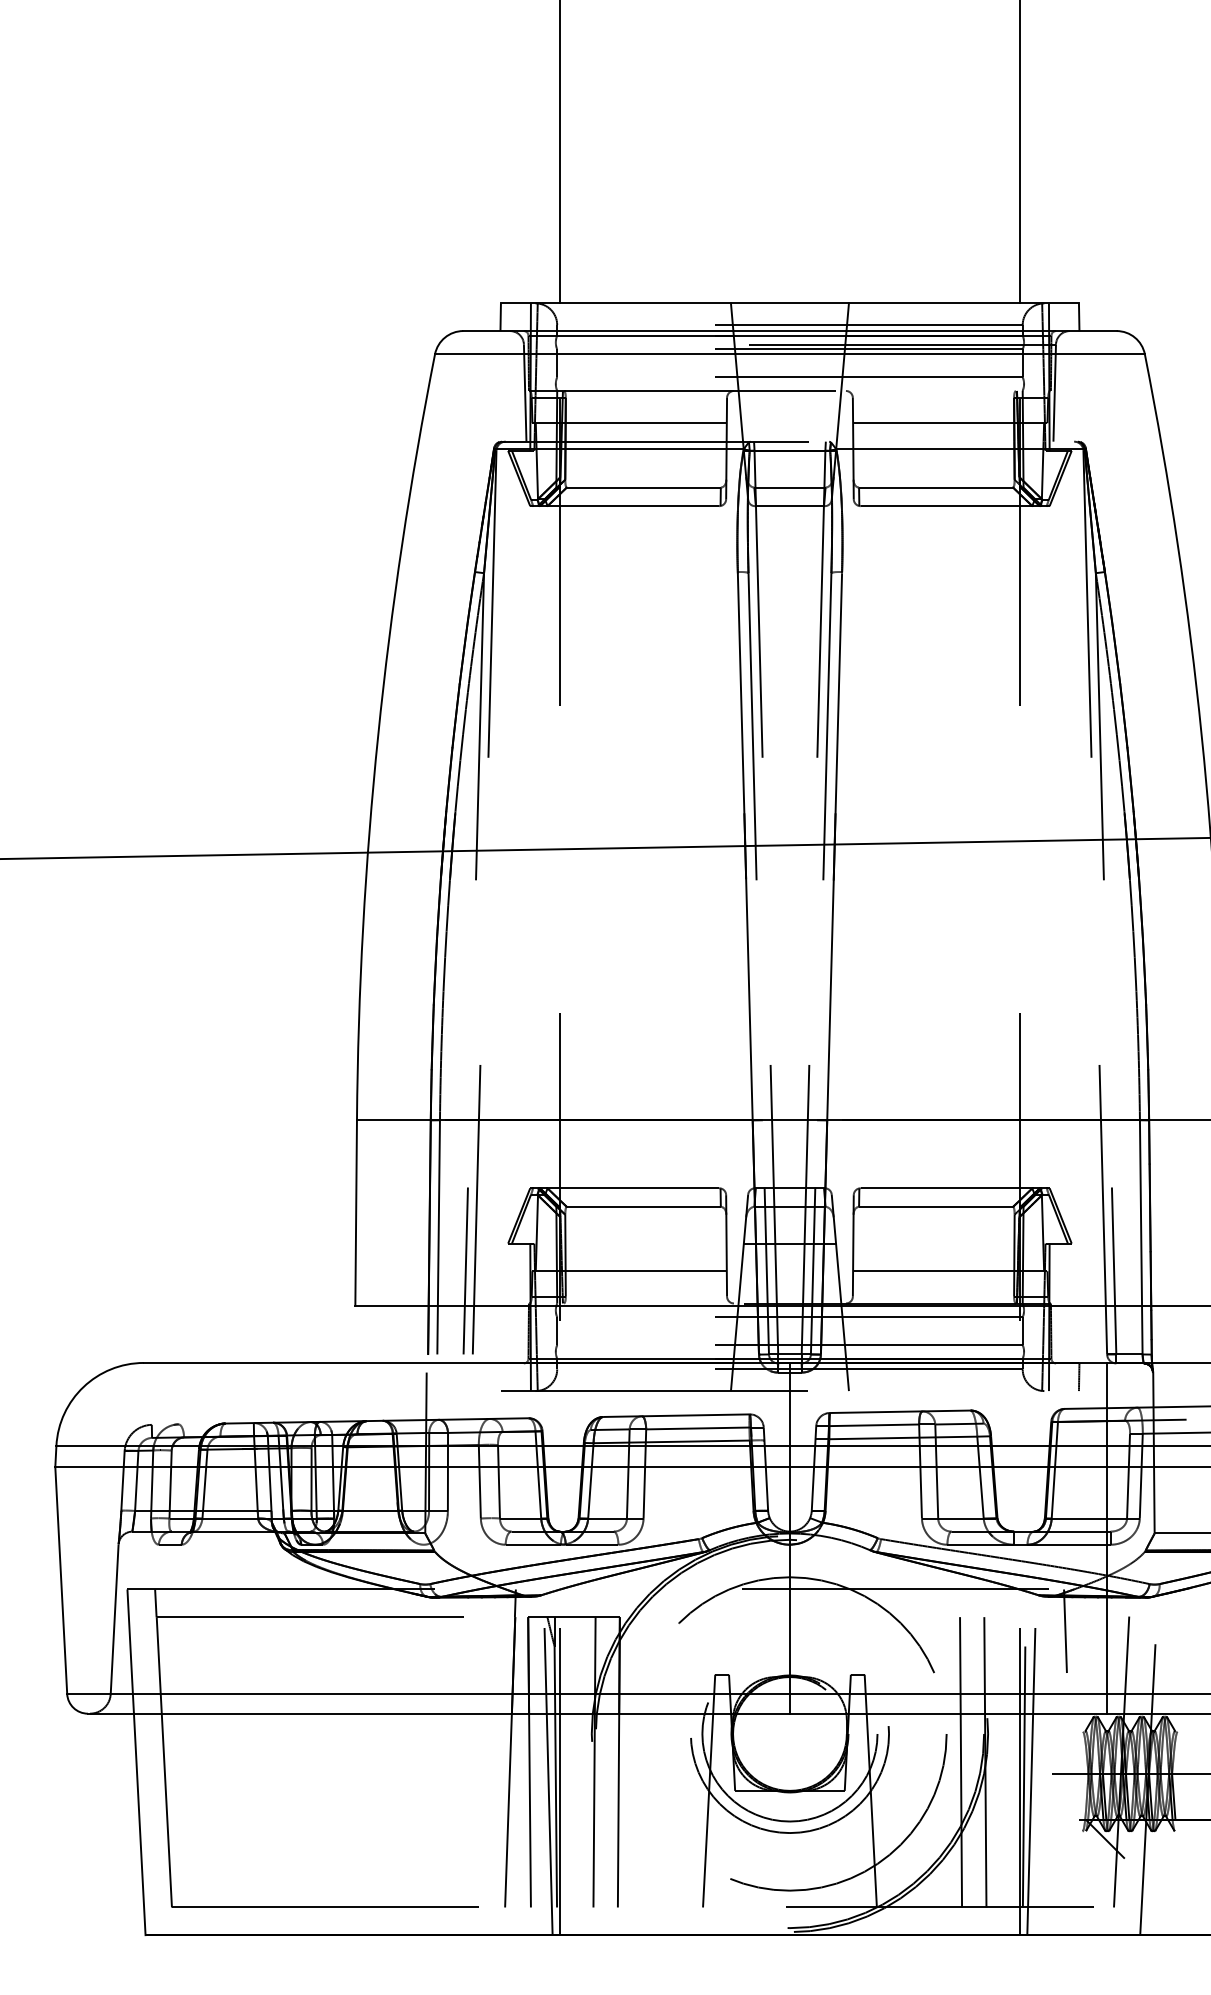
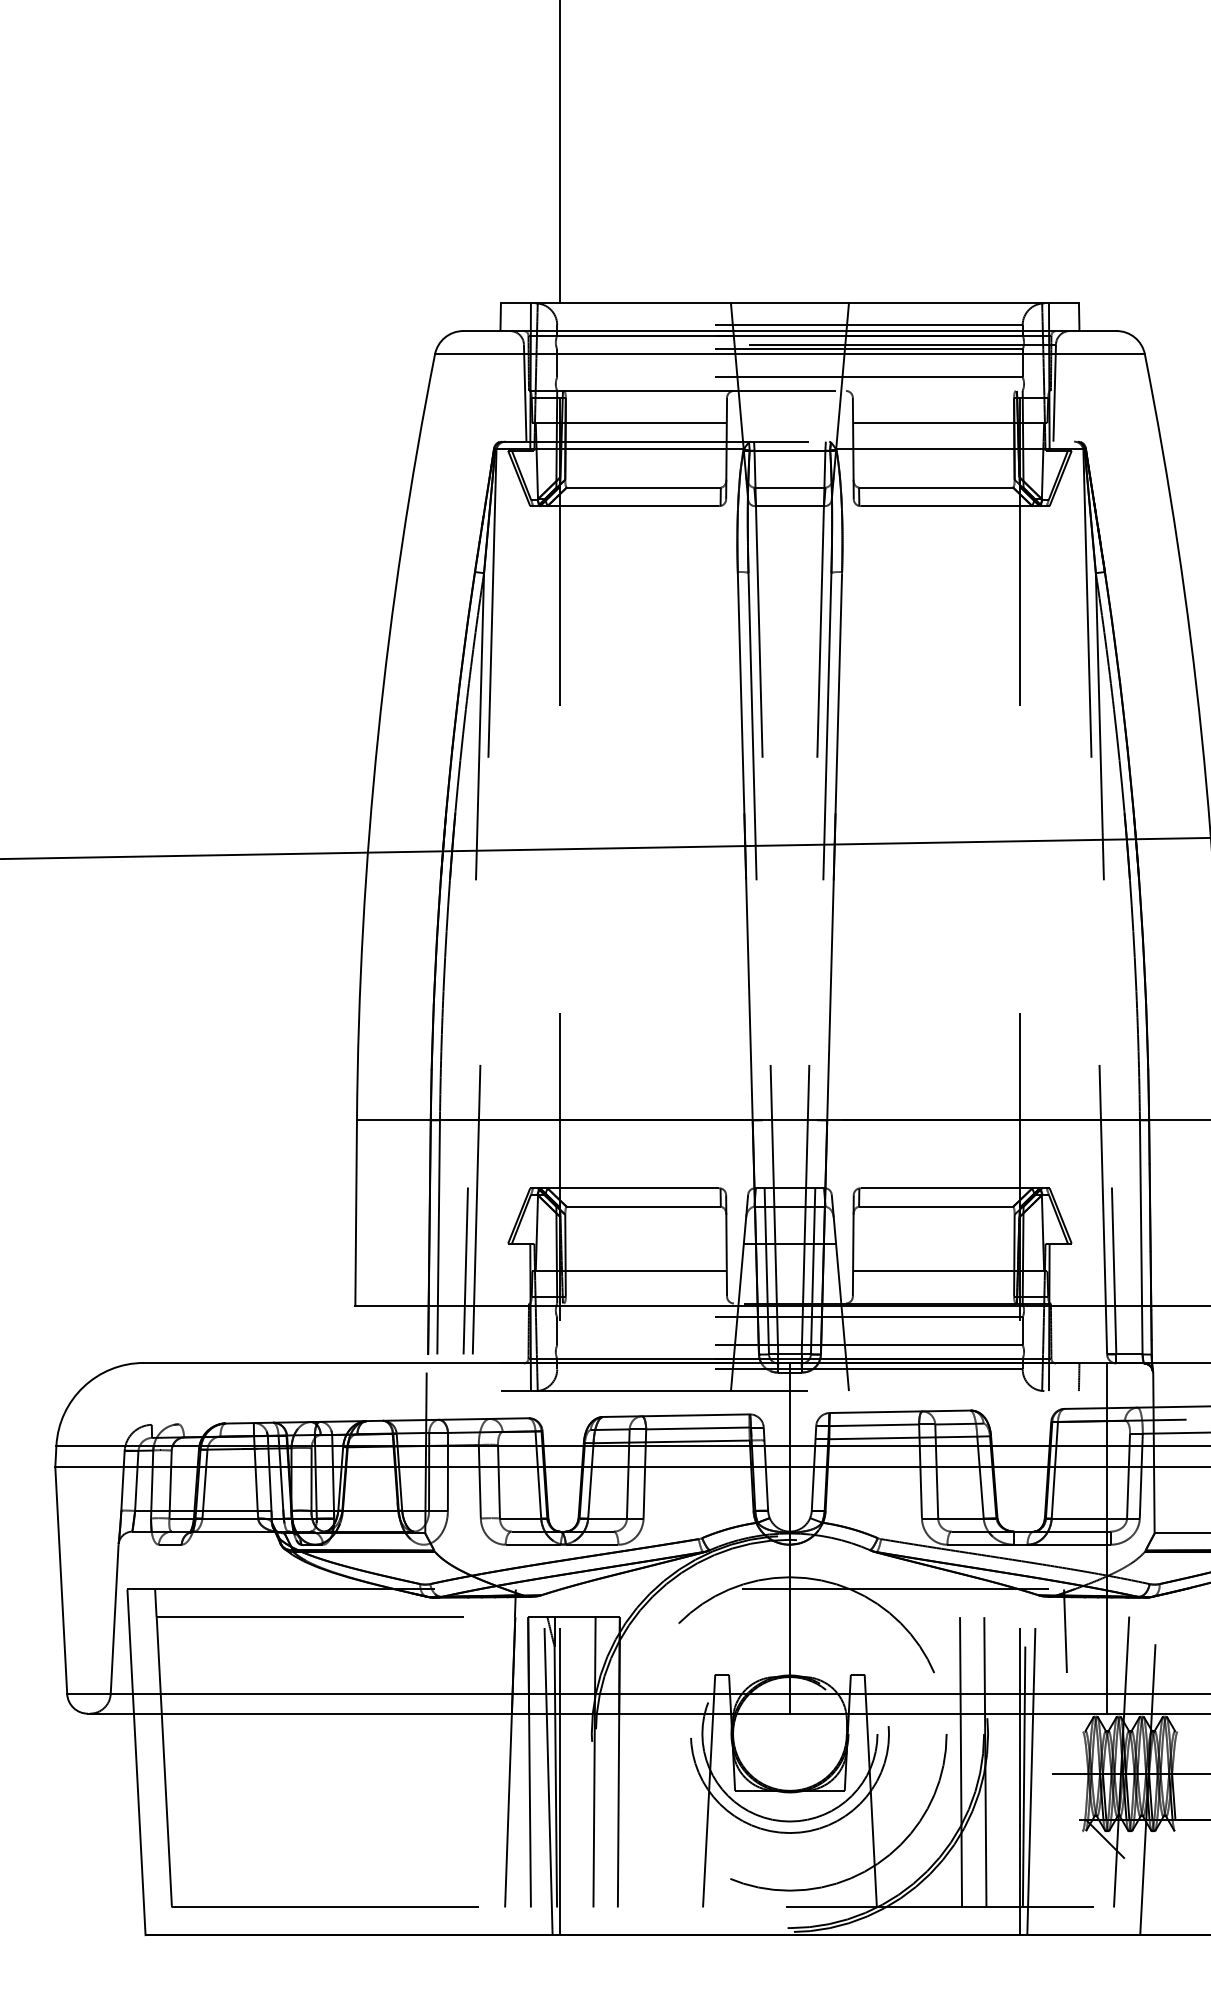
line at (1020, 152): present -> none
